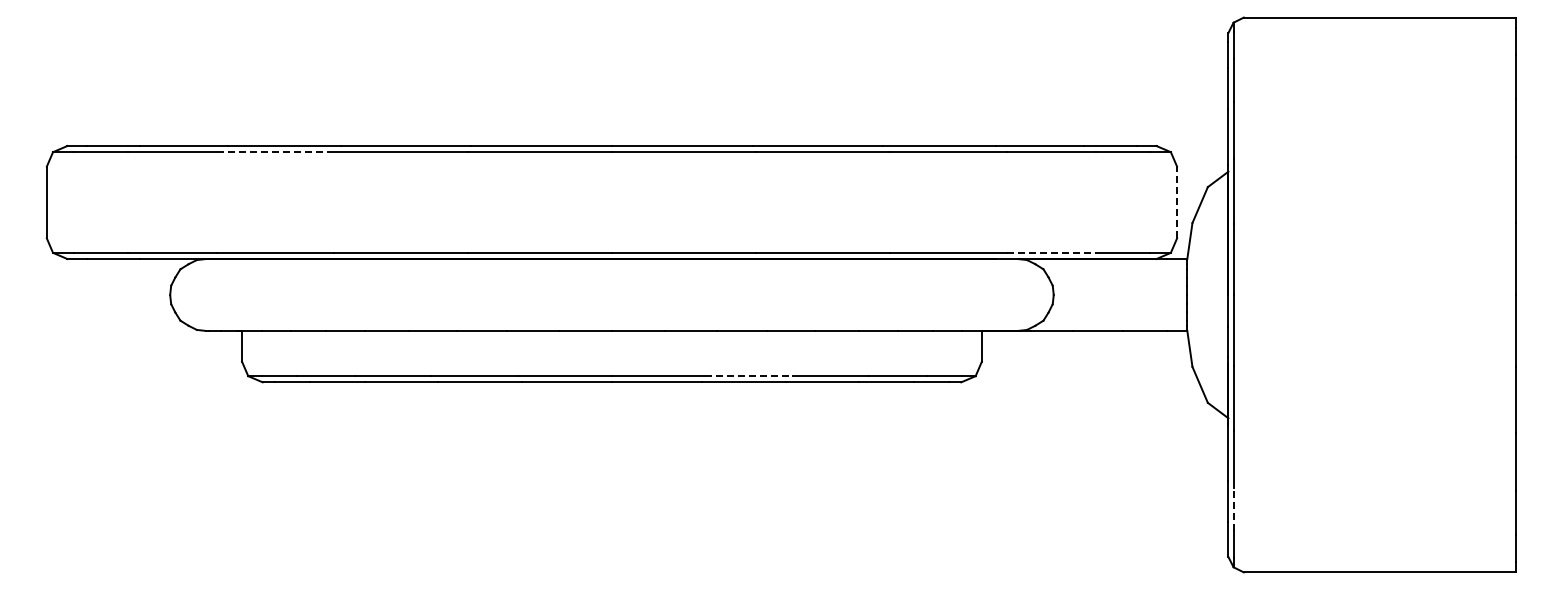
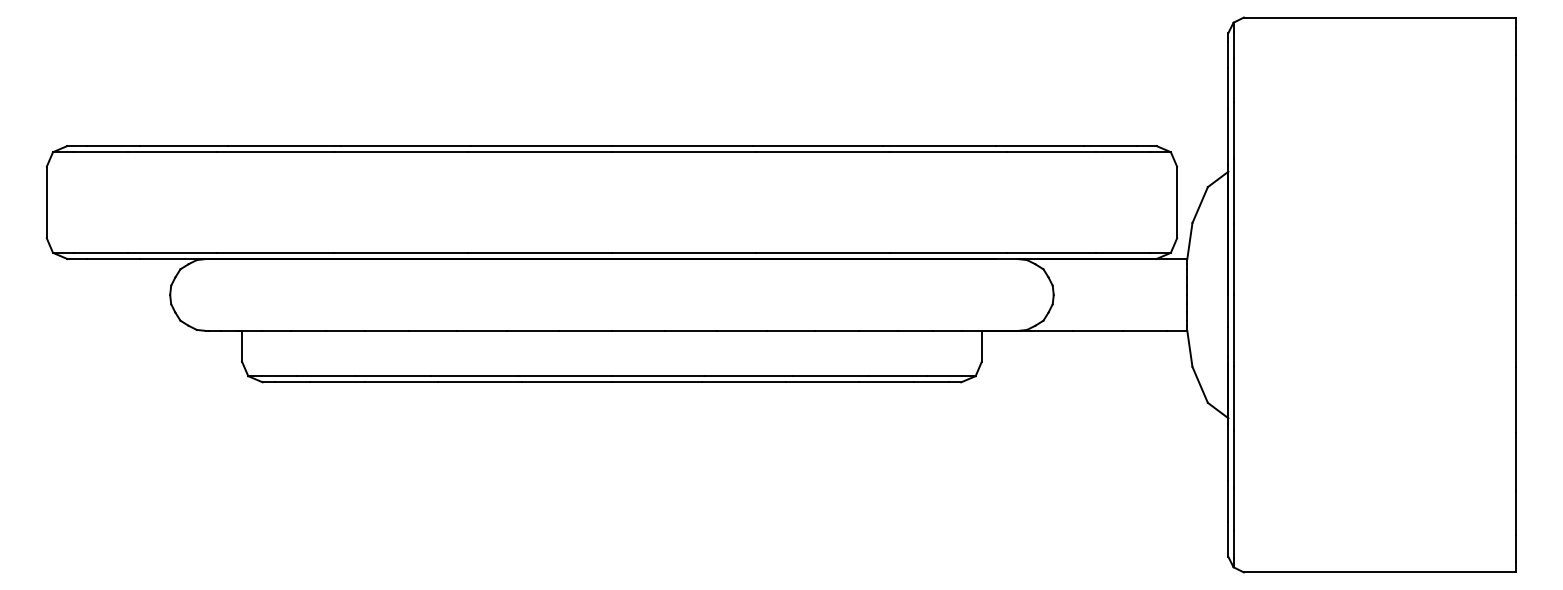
line at (275, 152): dashed -> solid
line at (1177, 202): dashed -> solid
line at (1051, 252): dashed -> solid
line at (749, 376): dashed -> solid
line at (1233, 509): dashed -> solid
